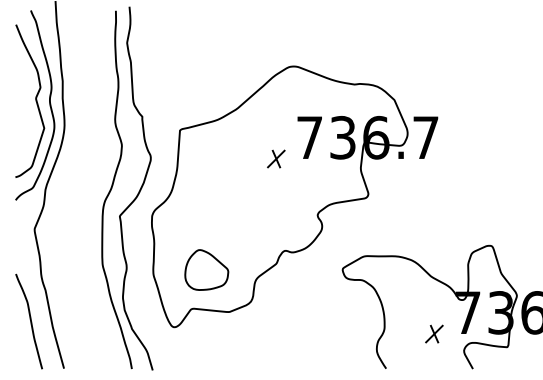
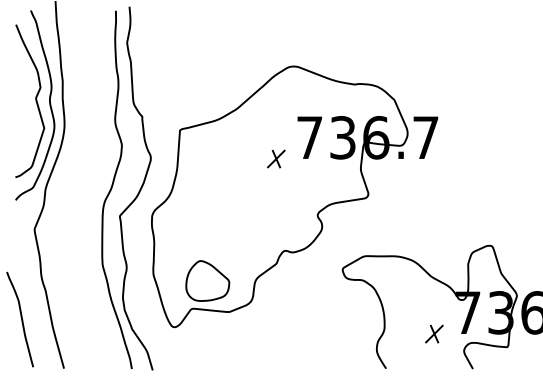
part at (206, 269) position: (206, 269) -> (207, 280)
curve at (30, 321) position: (30, 321) -> (21, 319)
